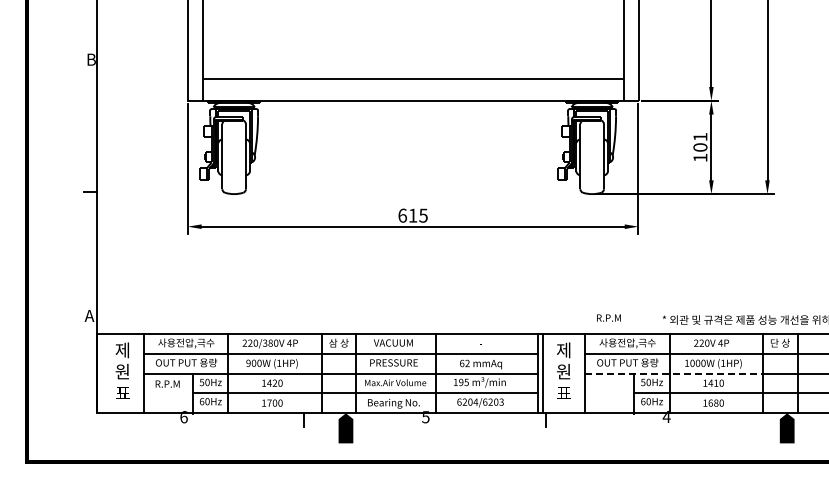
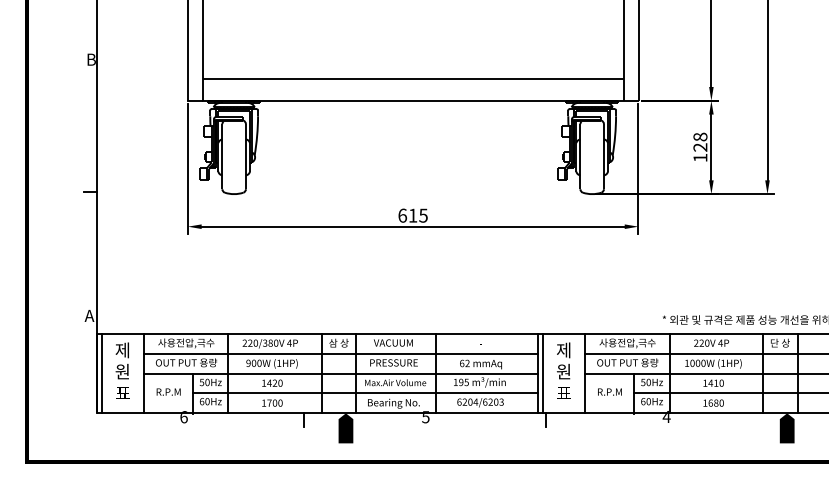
text at (700, 141): 101 -> 128
text at (608, 317) position: (608, 317) -> (609, 391)
line at (101, 373): none -> present
line at (674, 373): dashed -> solid
text at (167, 383) position: (167, 383) -> (168, 391)
